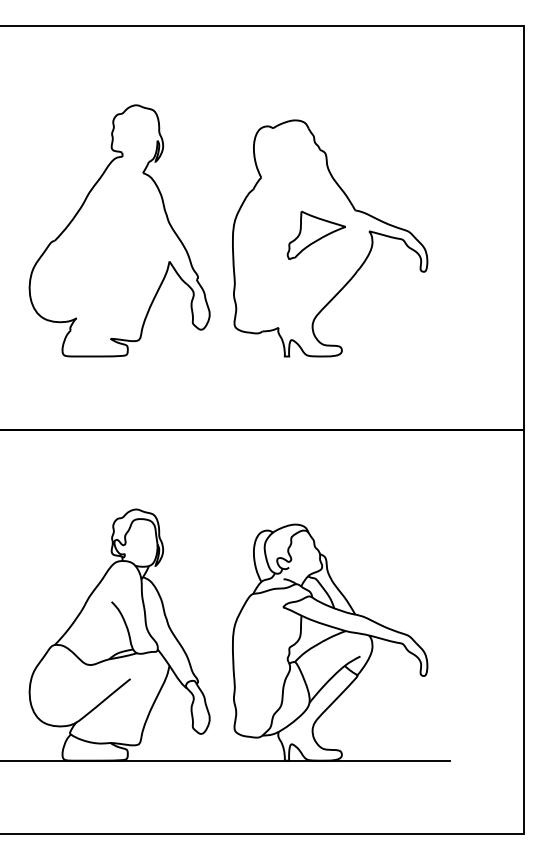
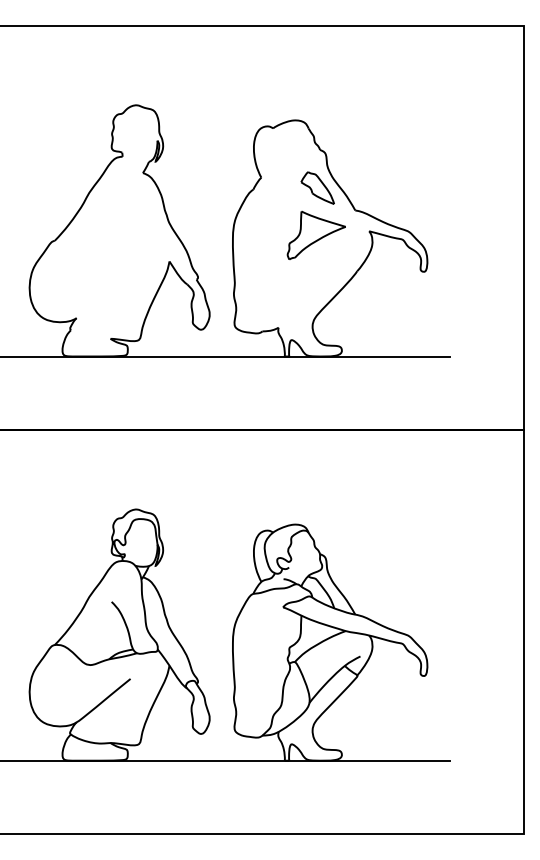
part at (317, 187): none -> present
line at (226, 356): none -> present
